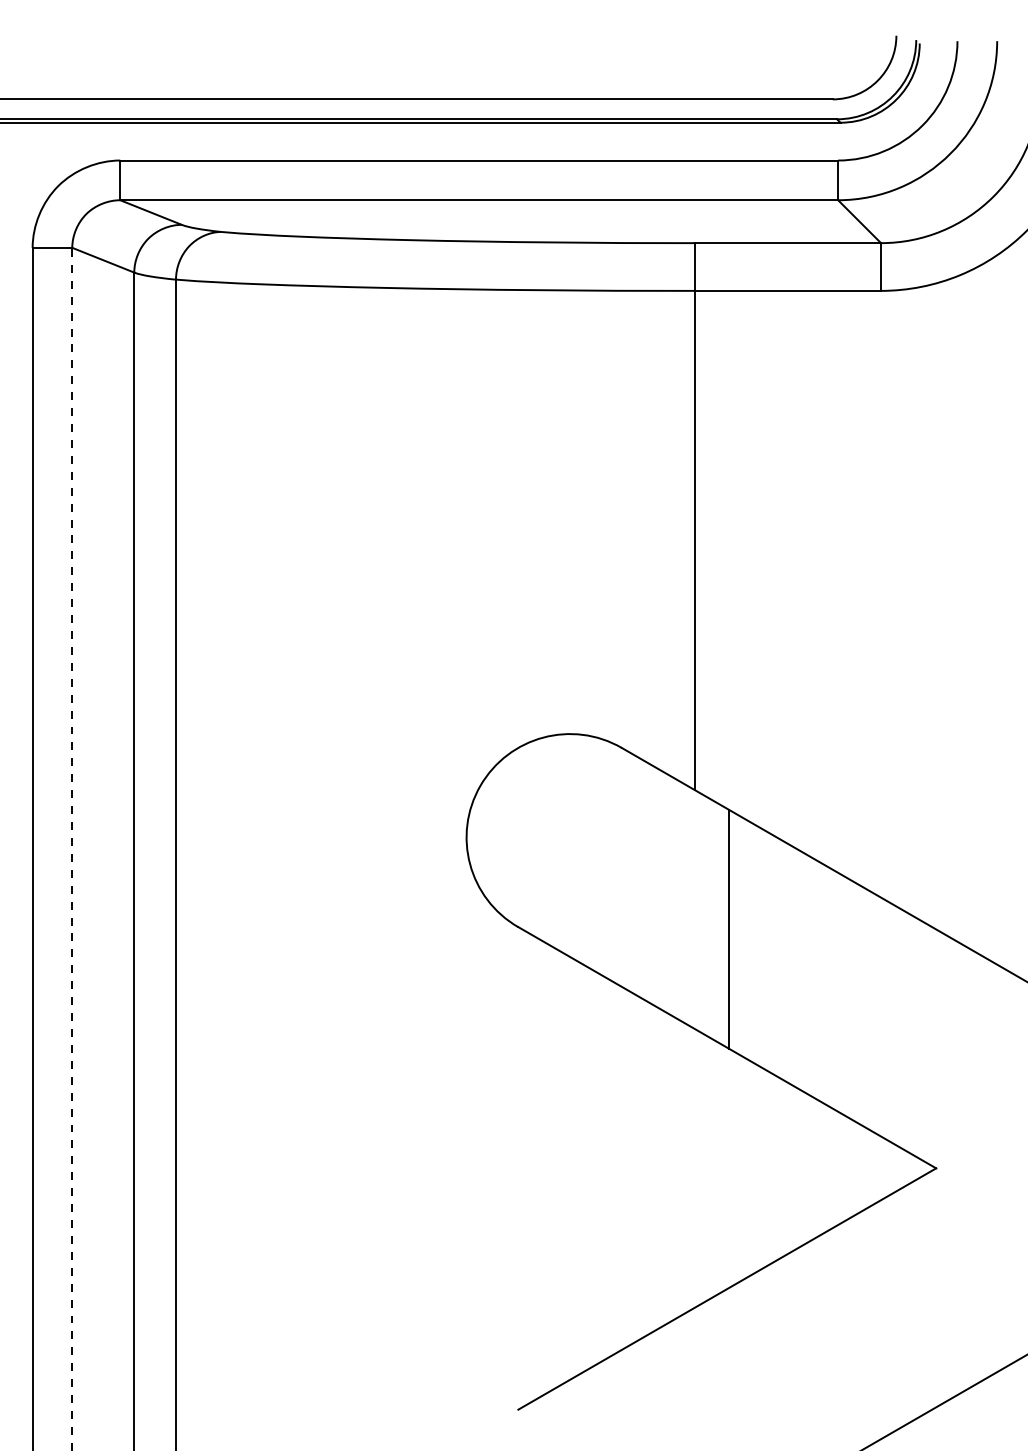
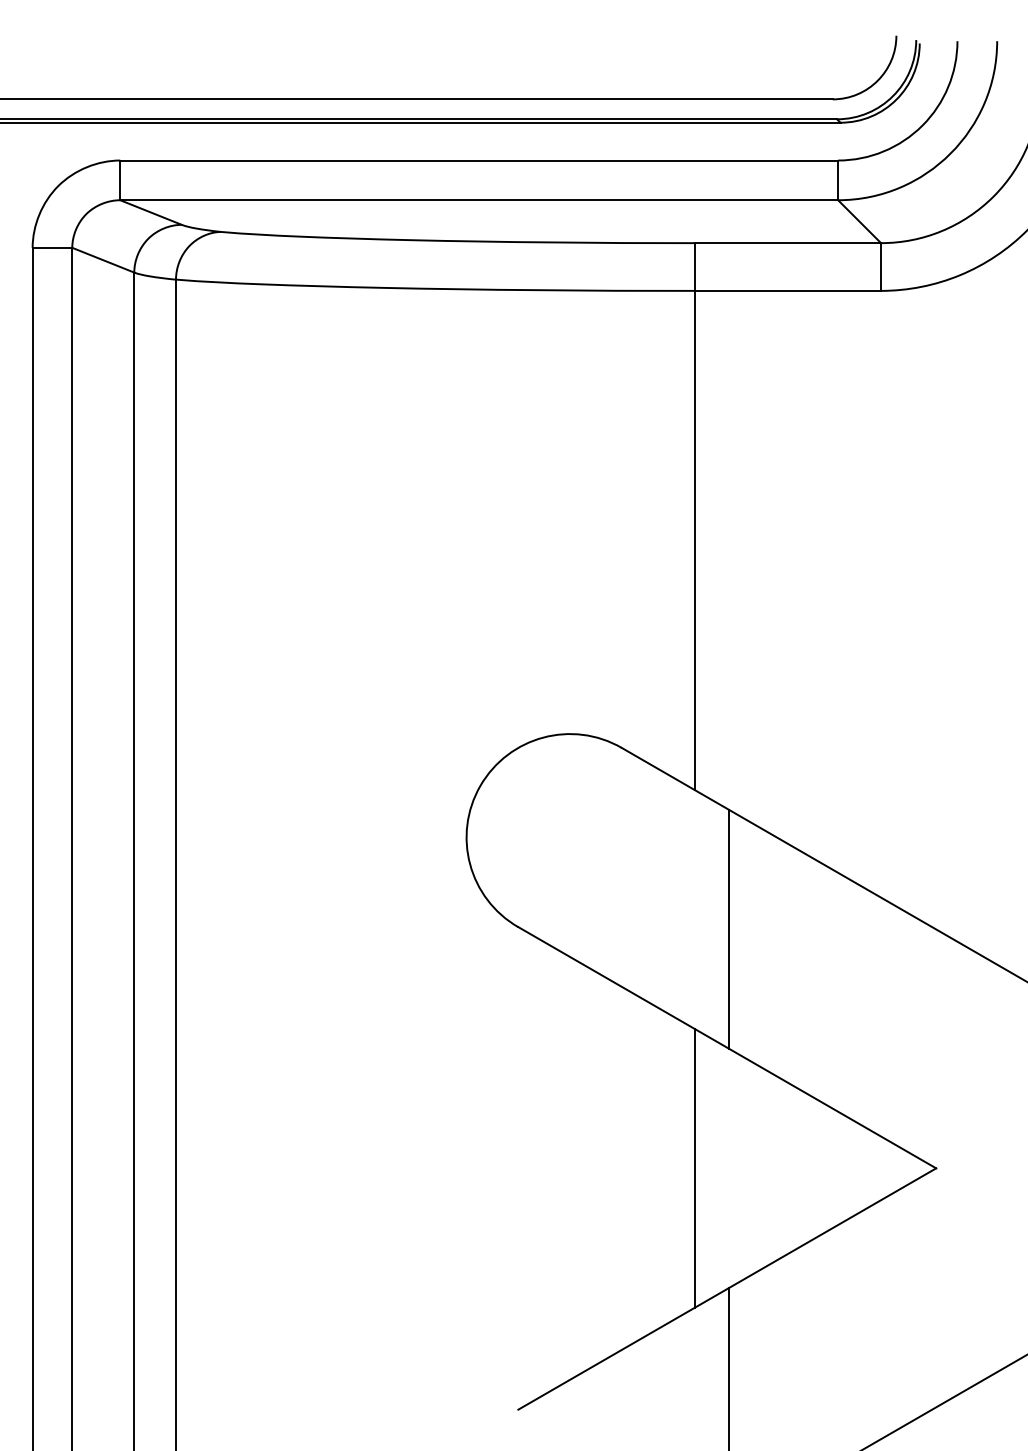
line at (72, 848): dashed -> solid
line at (694, 1167): none -> present
line at (728, 1367): none -> present
